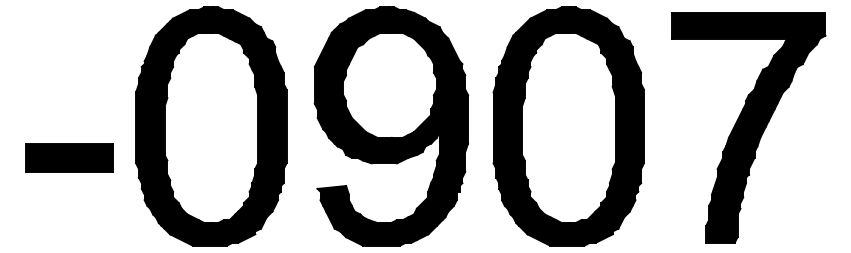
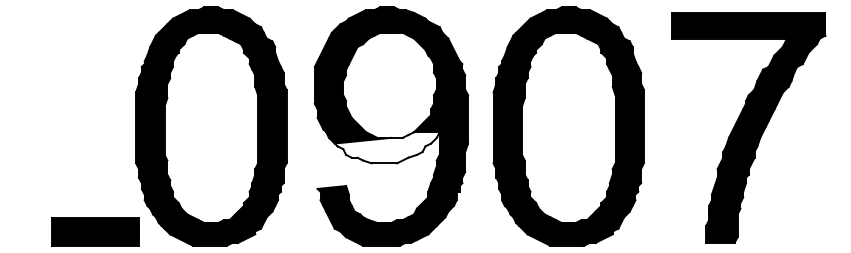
fill at (386, 147): present -> none
part at (69, 157) position: (69, 157) -> (95, 231)
